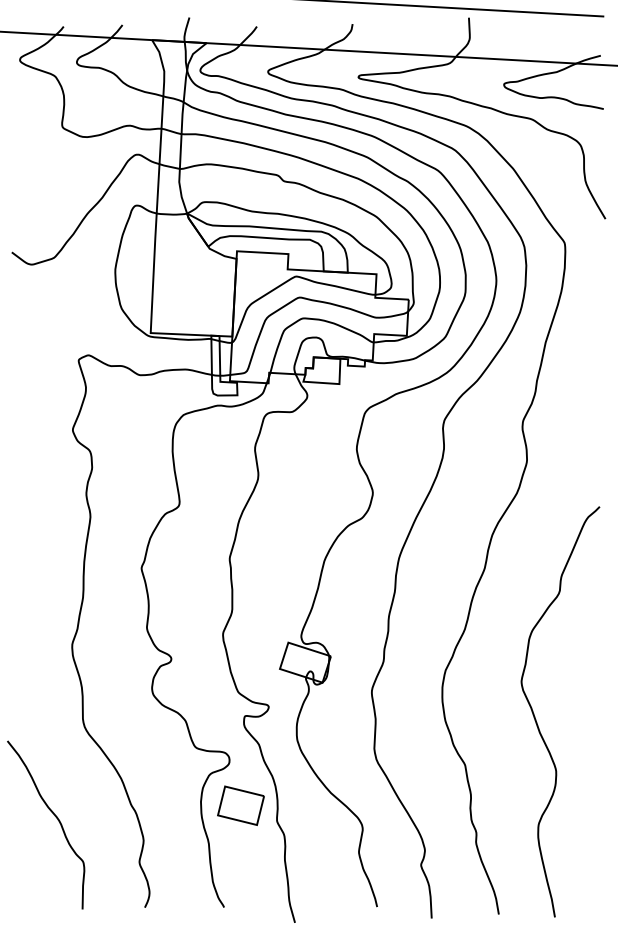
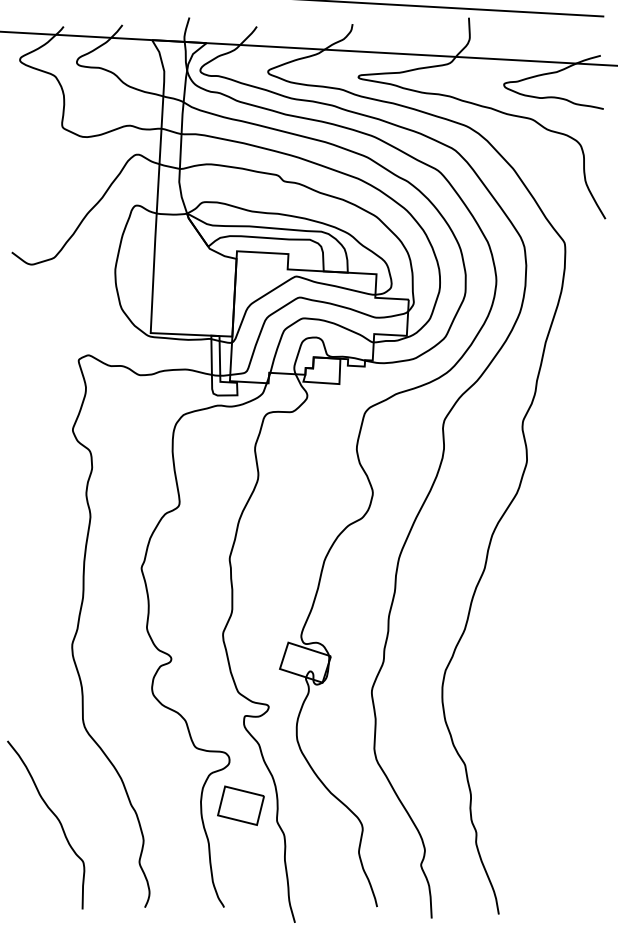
curve at (536, 719): present -> none
